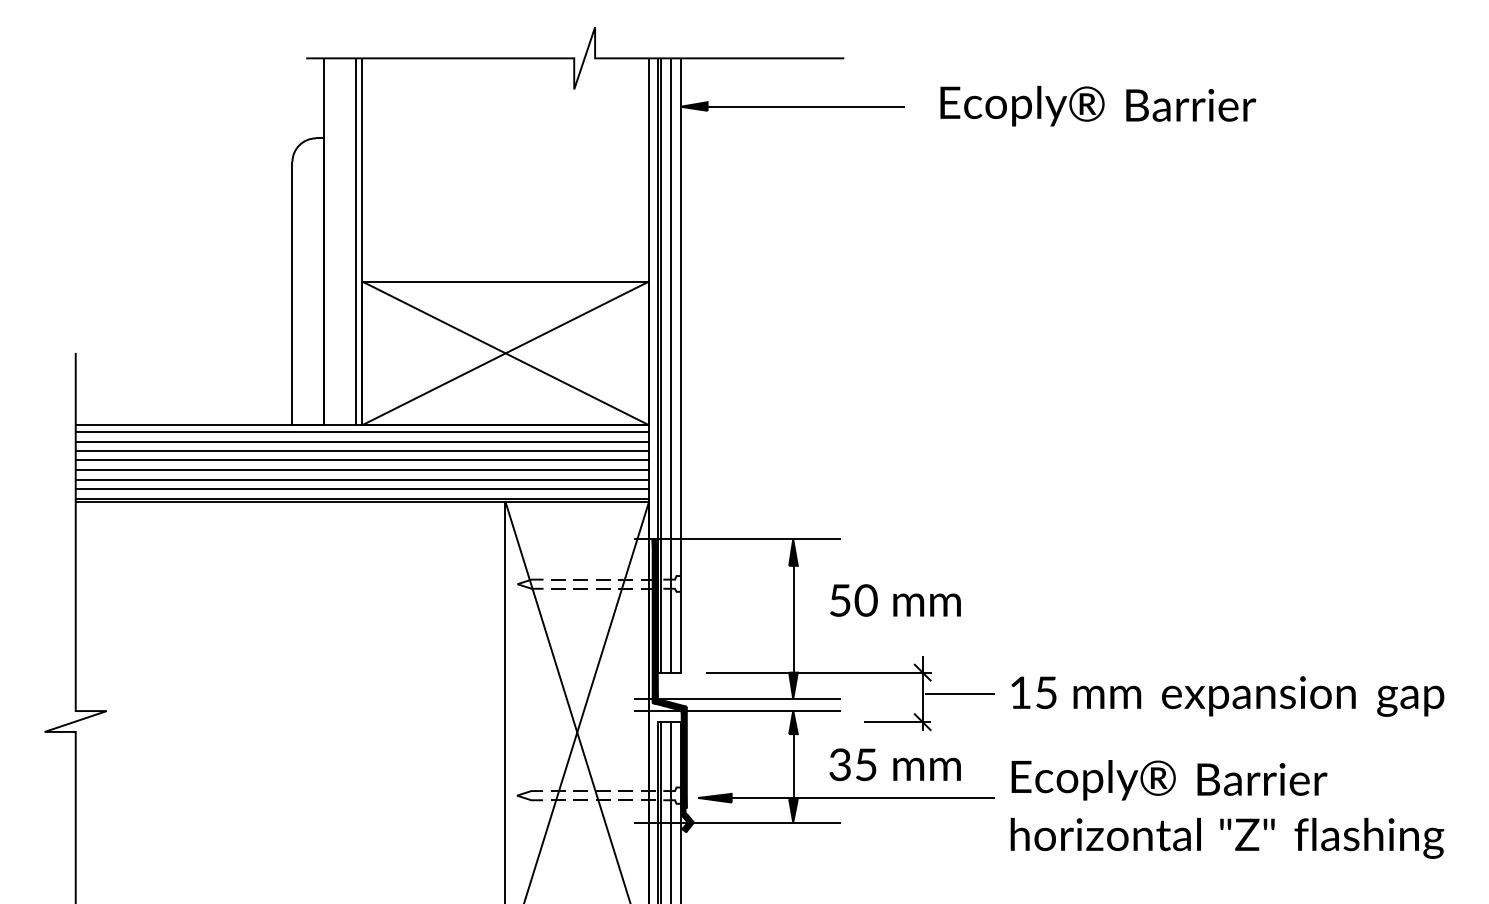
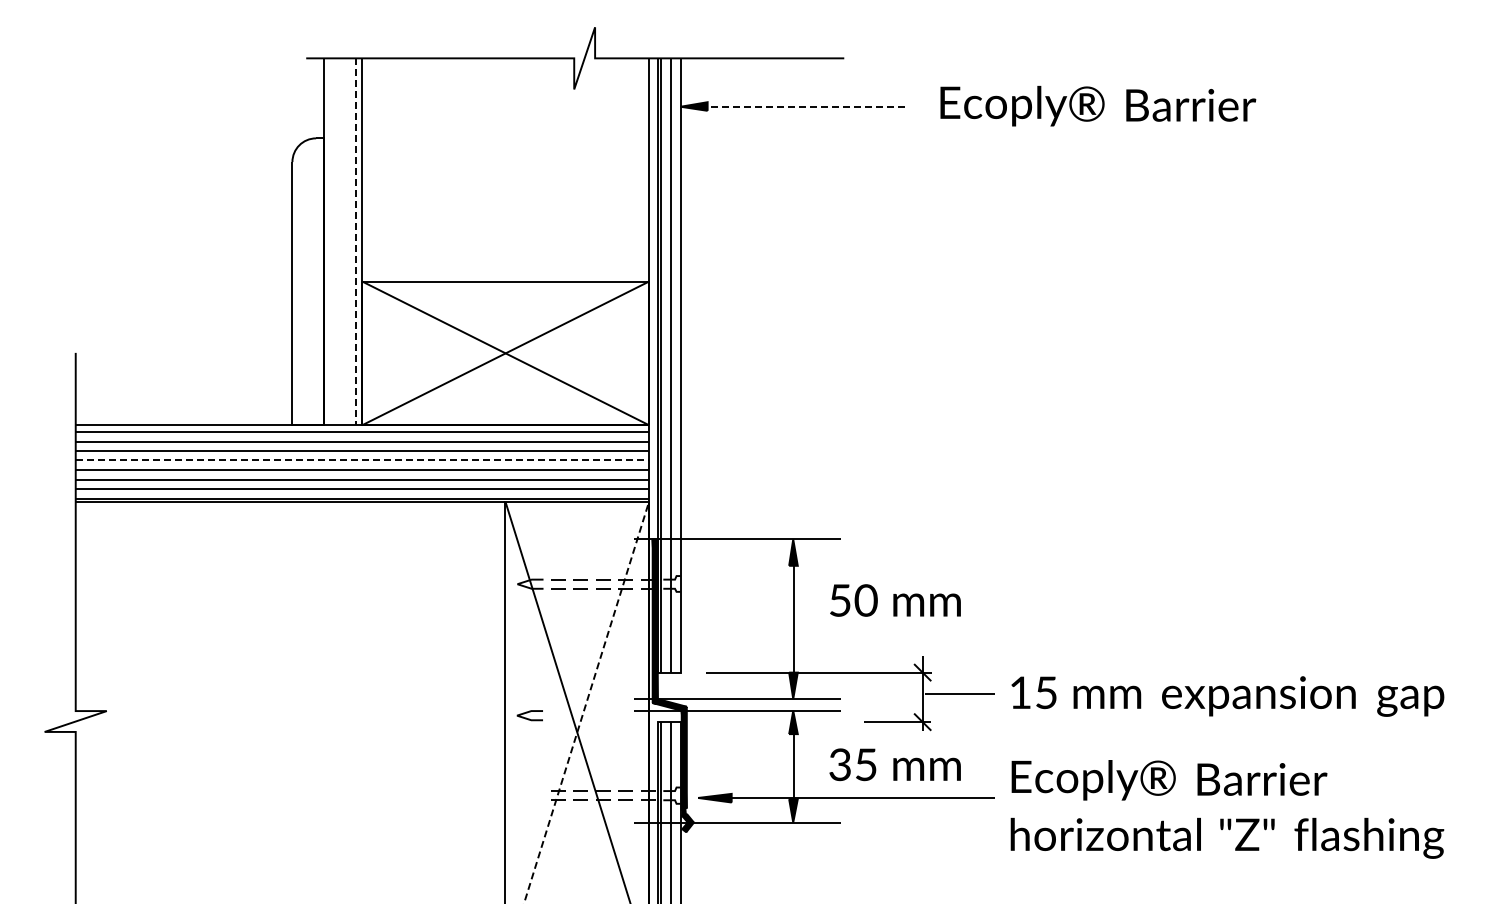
line at (806, 106): solid -> dashed
line at (355, 242): solid -> dashed
line at (362, 460): solid -> dashed
line at (586, 701): solid -> dashed
line at (527, 793) position: (527, 793) -> (527, 713)
